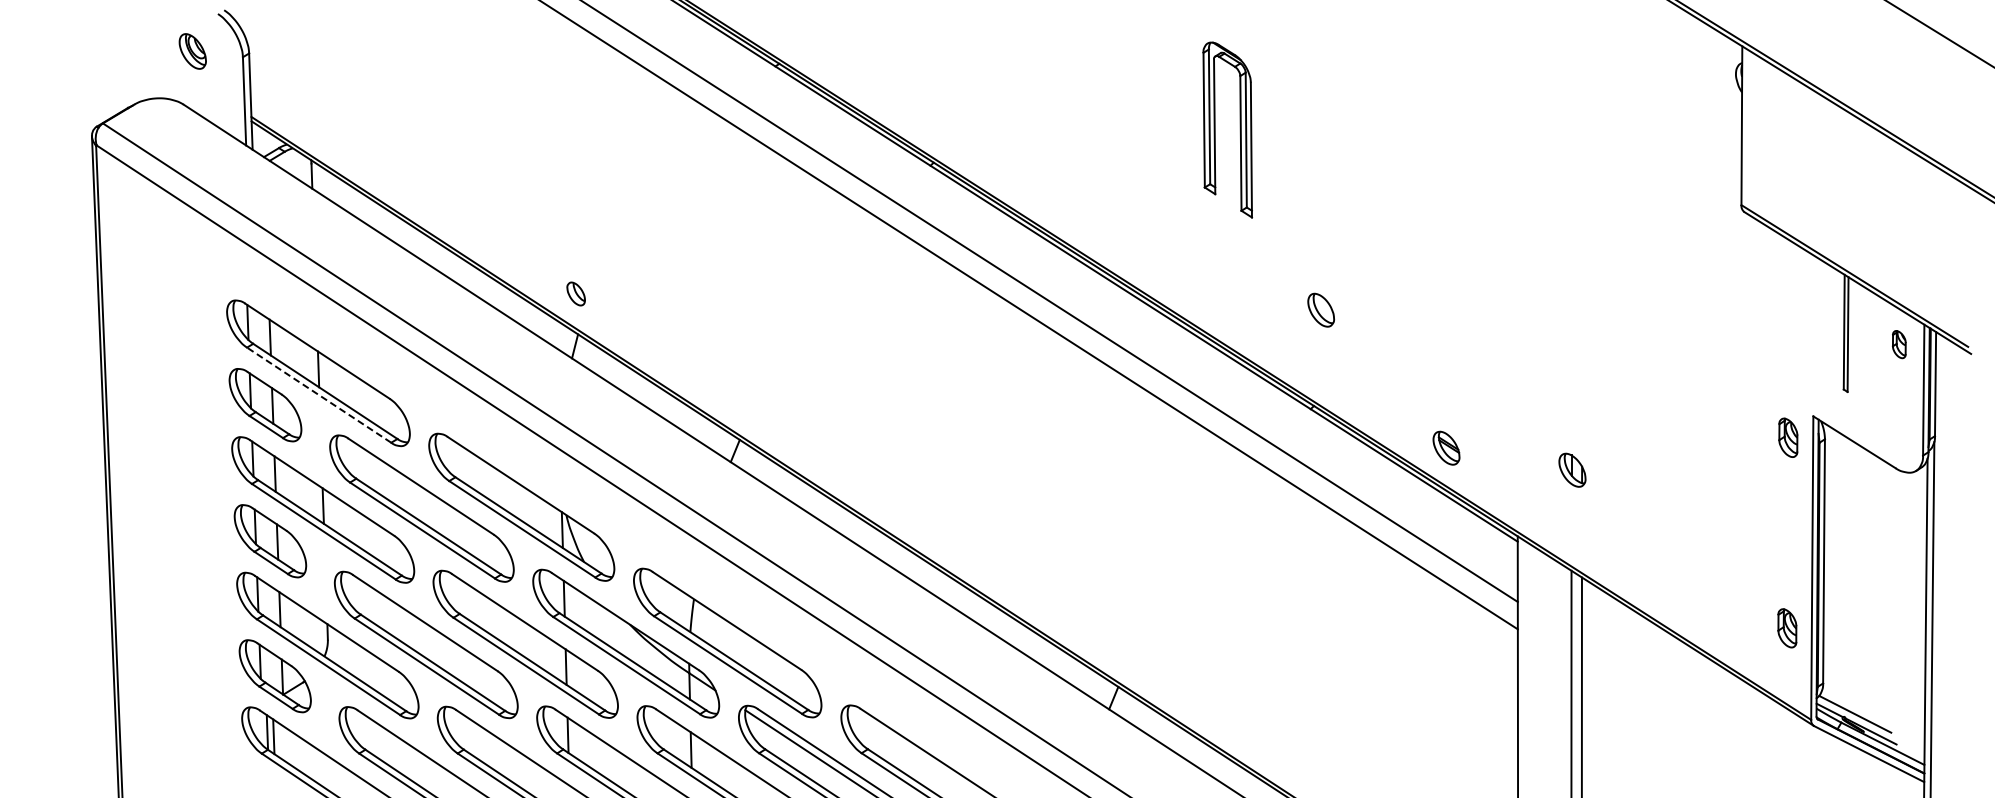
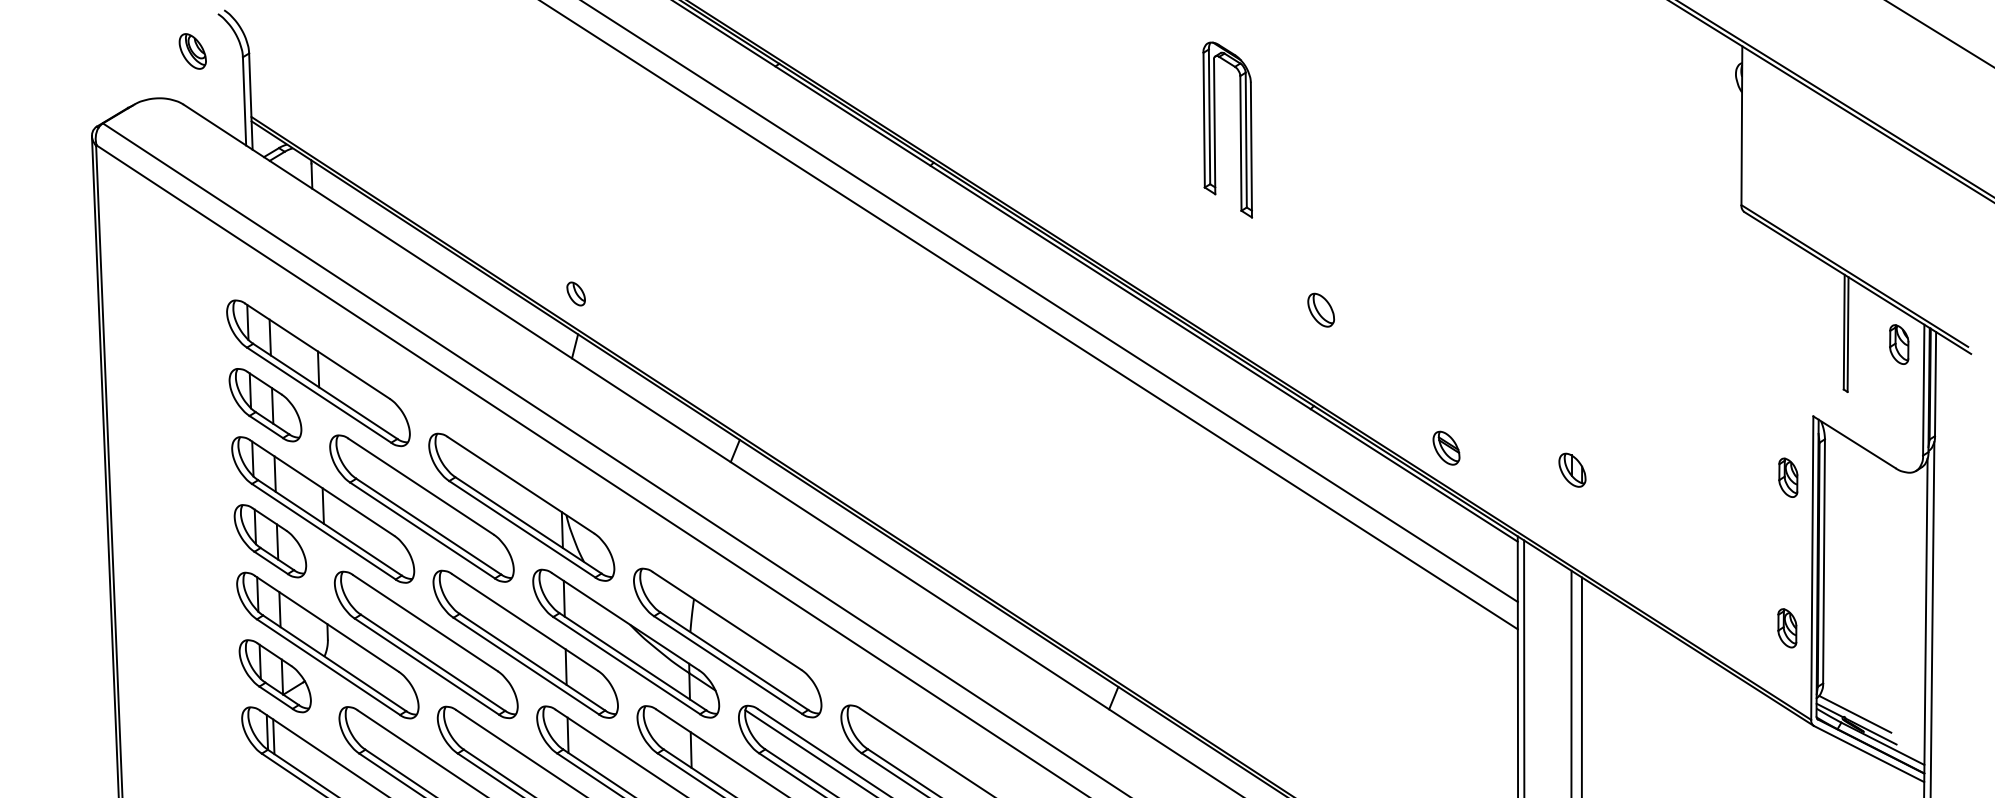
part at (1899, 344) size: 15x30 px -> 21x41 px
line at (318, 394): dashed -> solid
part at (1788, 437) position: (1788, 437) -> (1788, 477)
line at (1524, 667): none -> present
